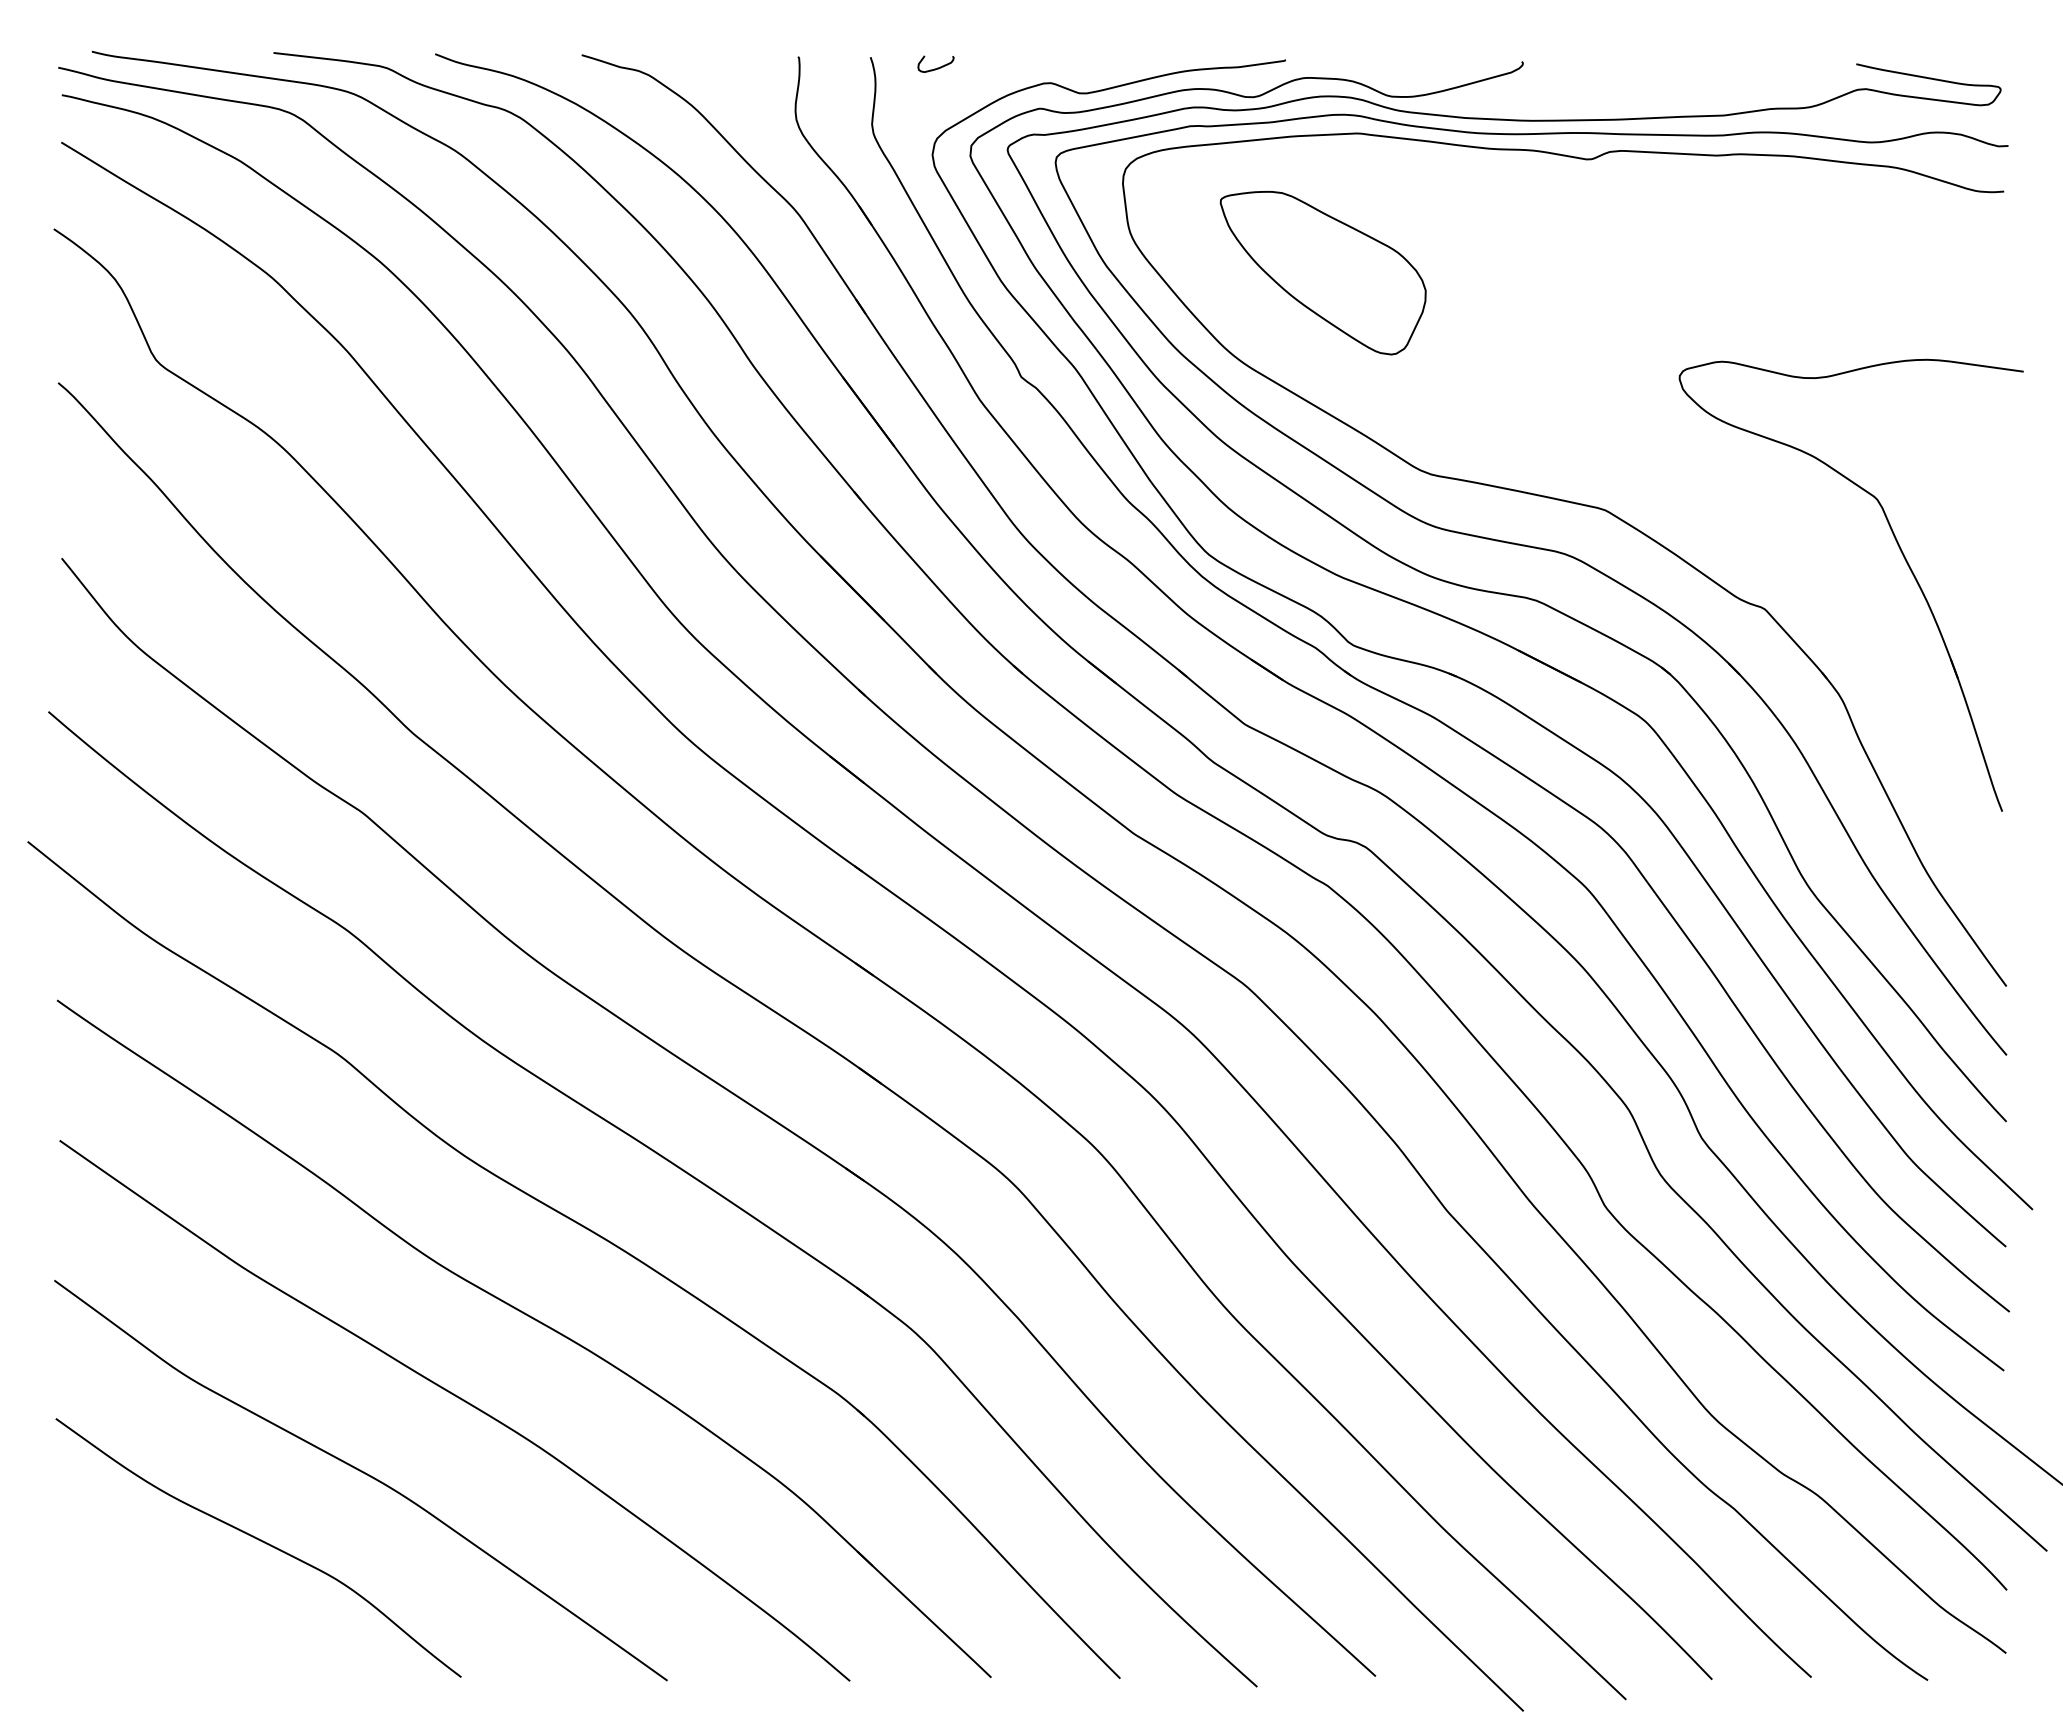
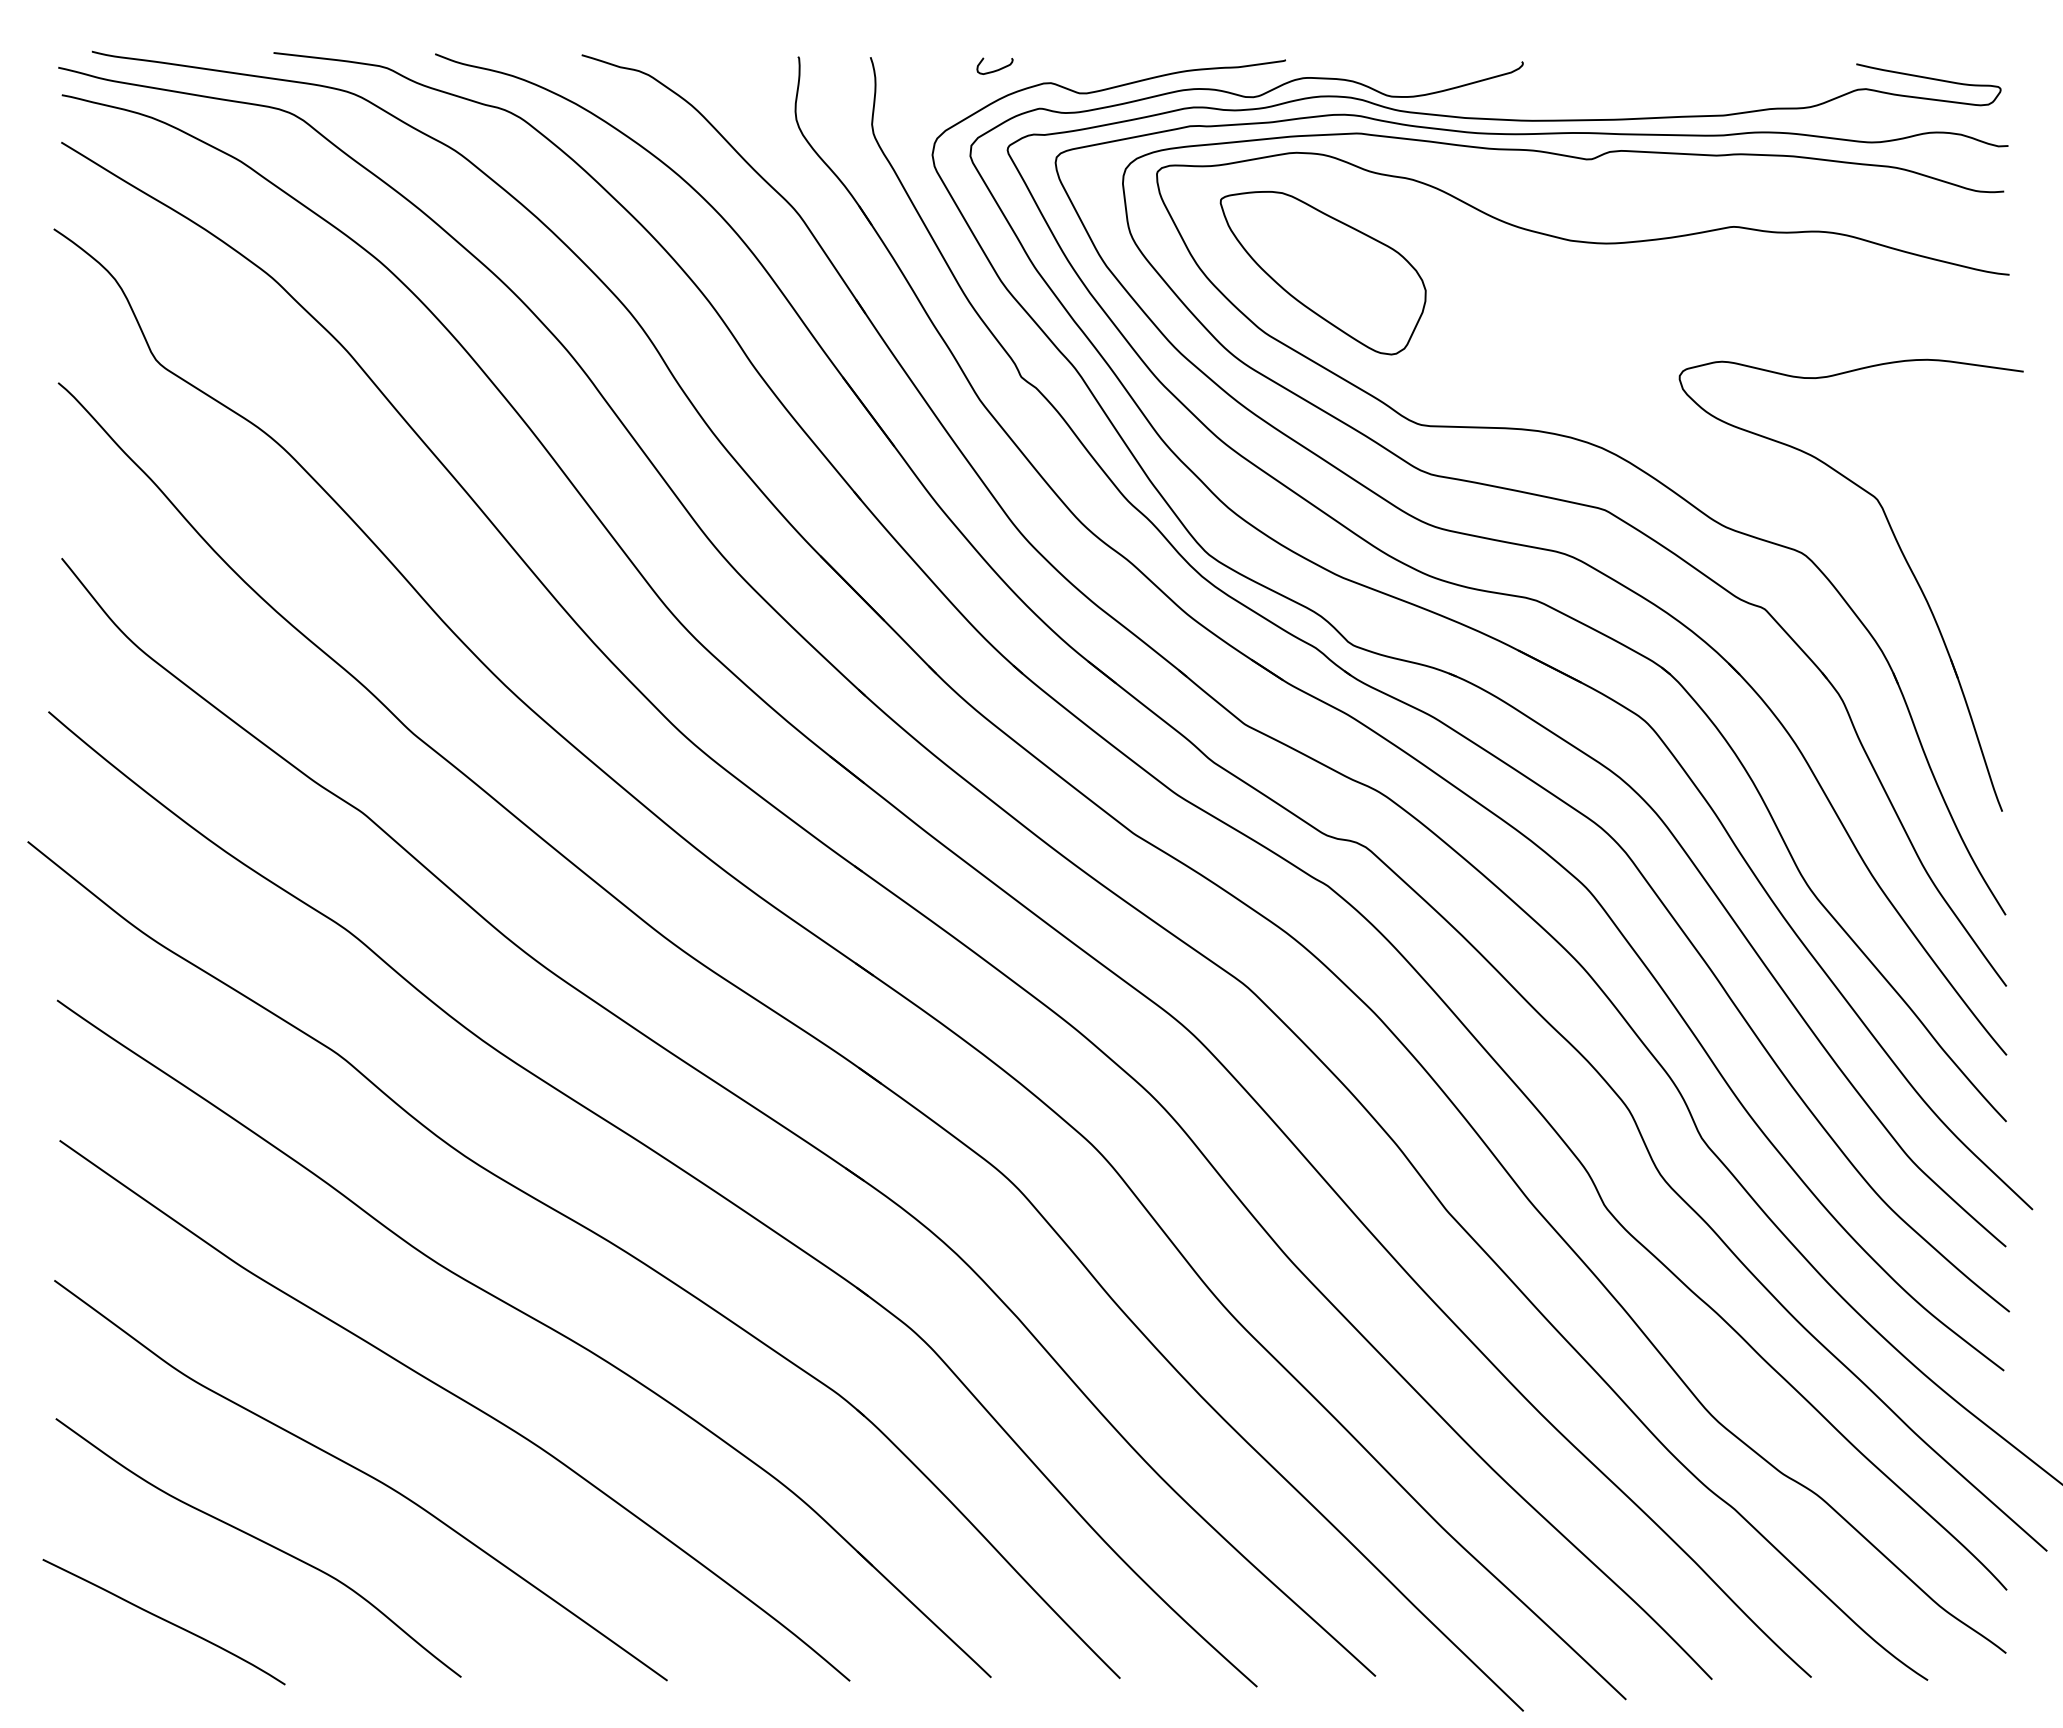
curve at (937, 67) position: (937, 67) -> (996, 69)
part at (1621, 459): none -> present
curve at (163, 1620): none -> present
